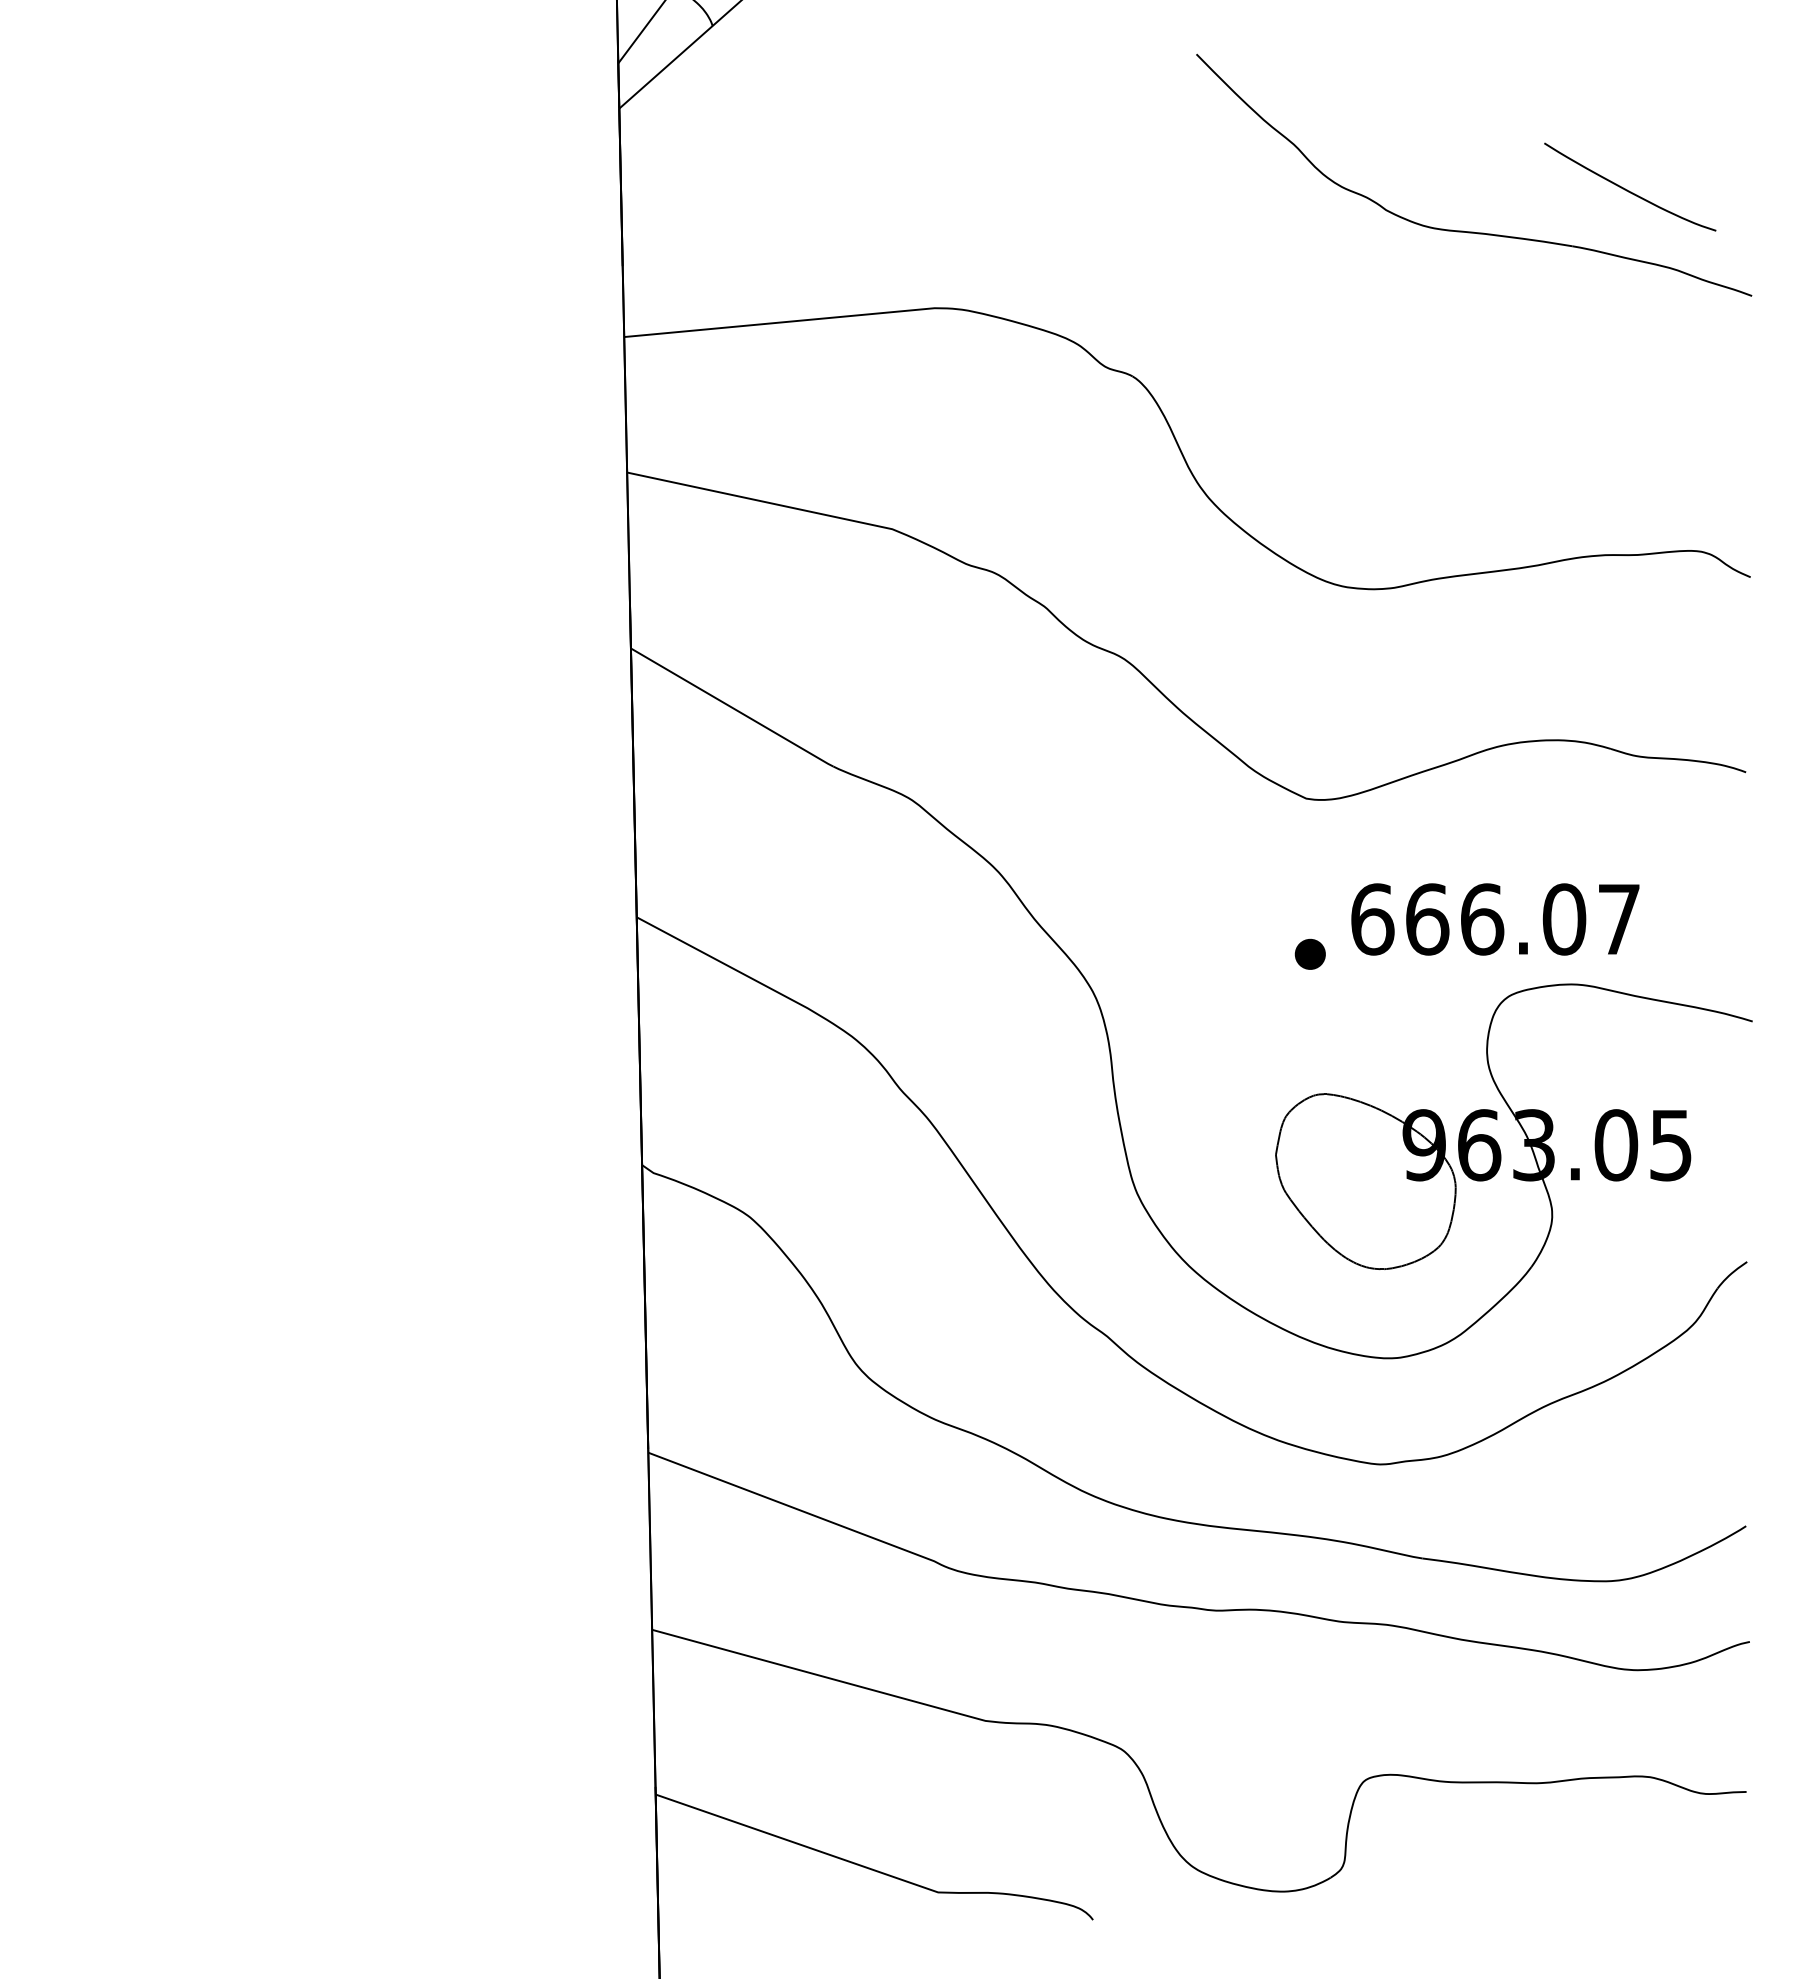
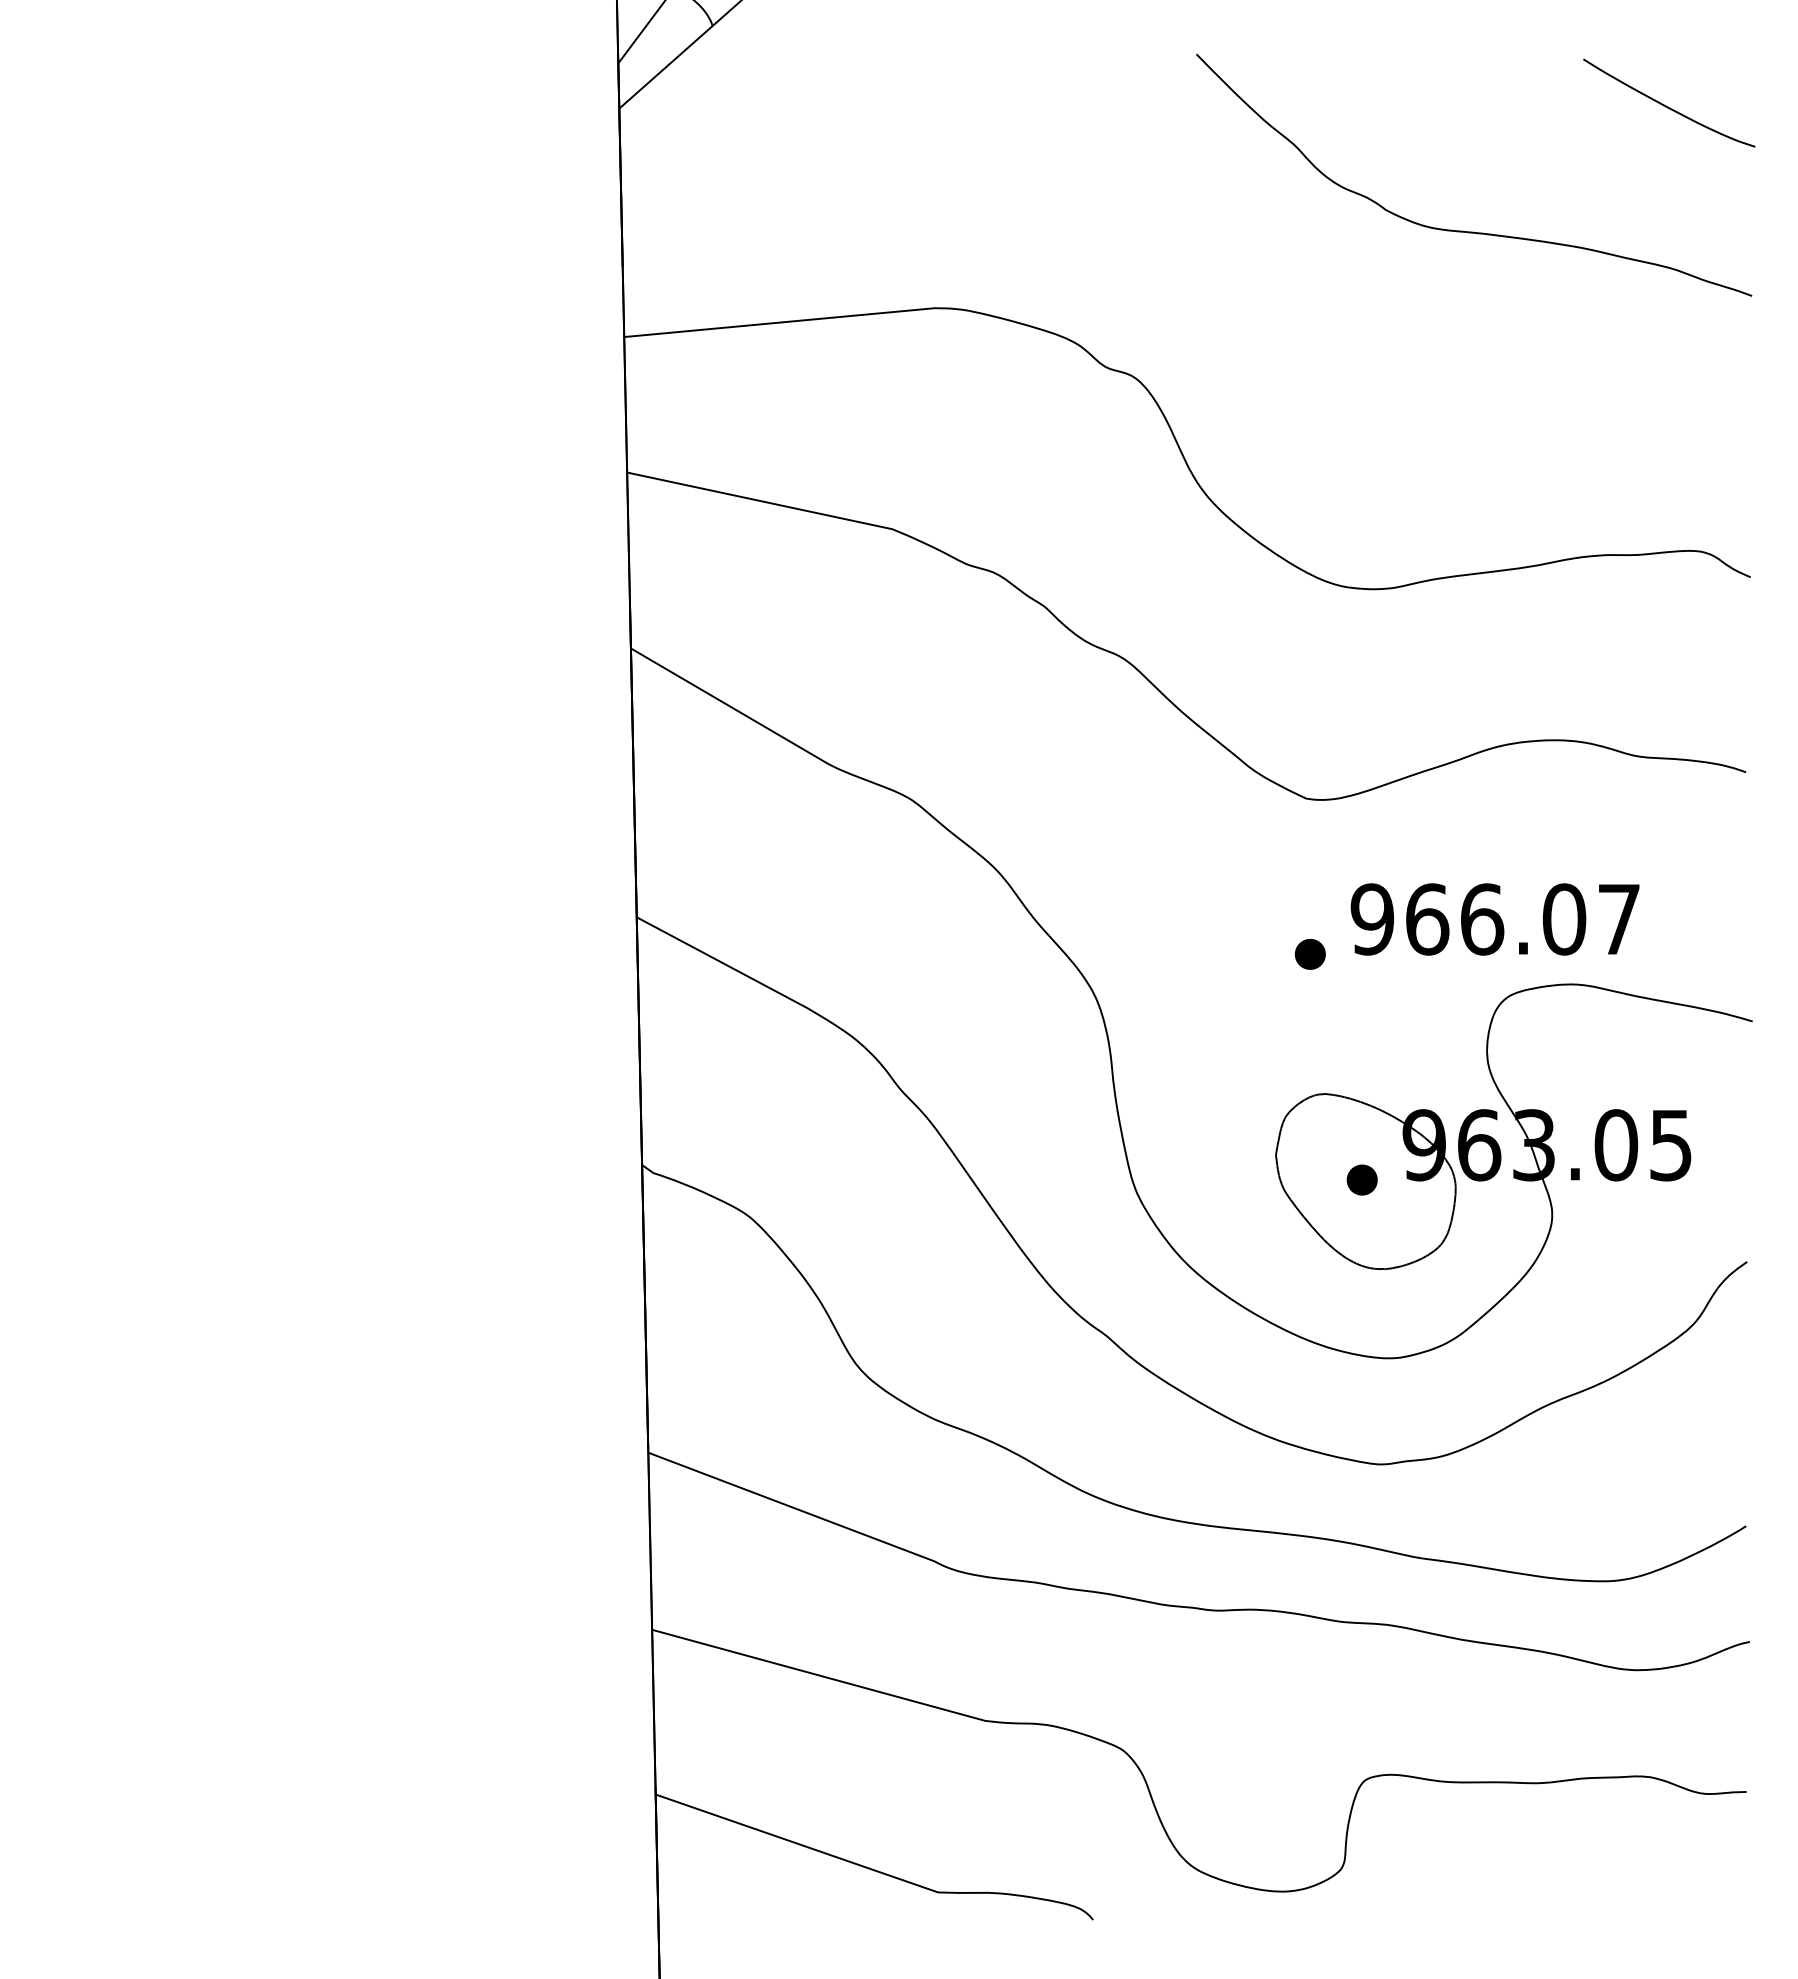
curve at (1629, 190) position: (1629, 190) -> (1668, 106)
text at (1372, 919): 666.07 -> 966.07
part at (1361, 1179): none -> present
